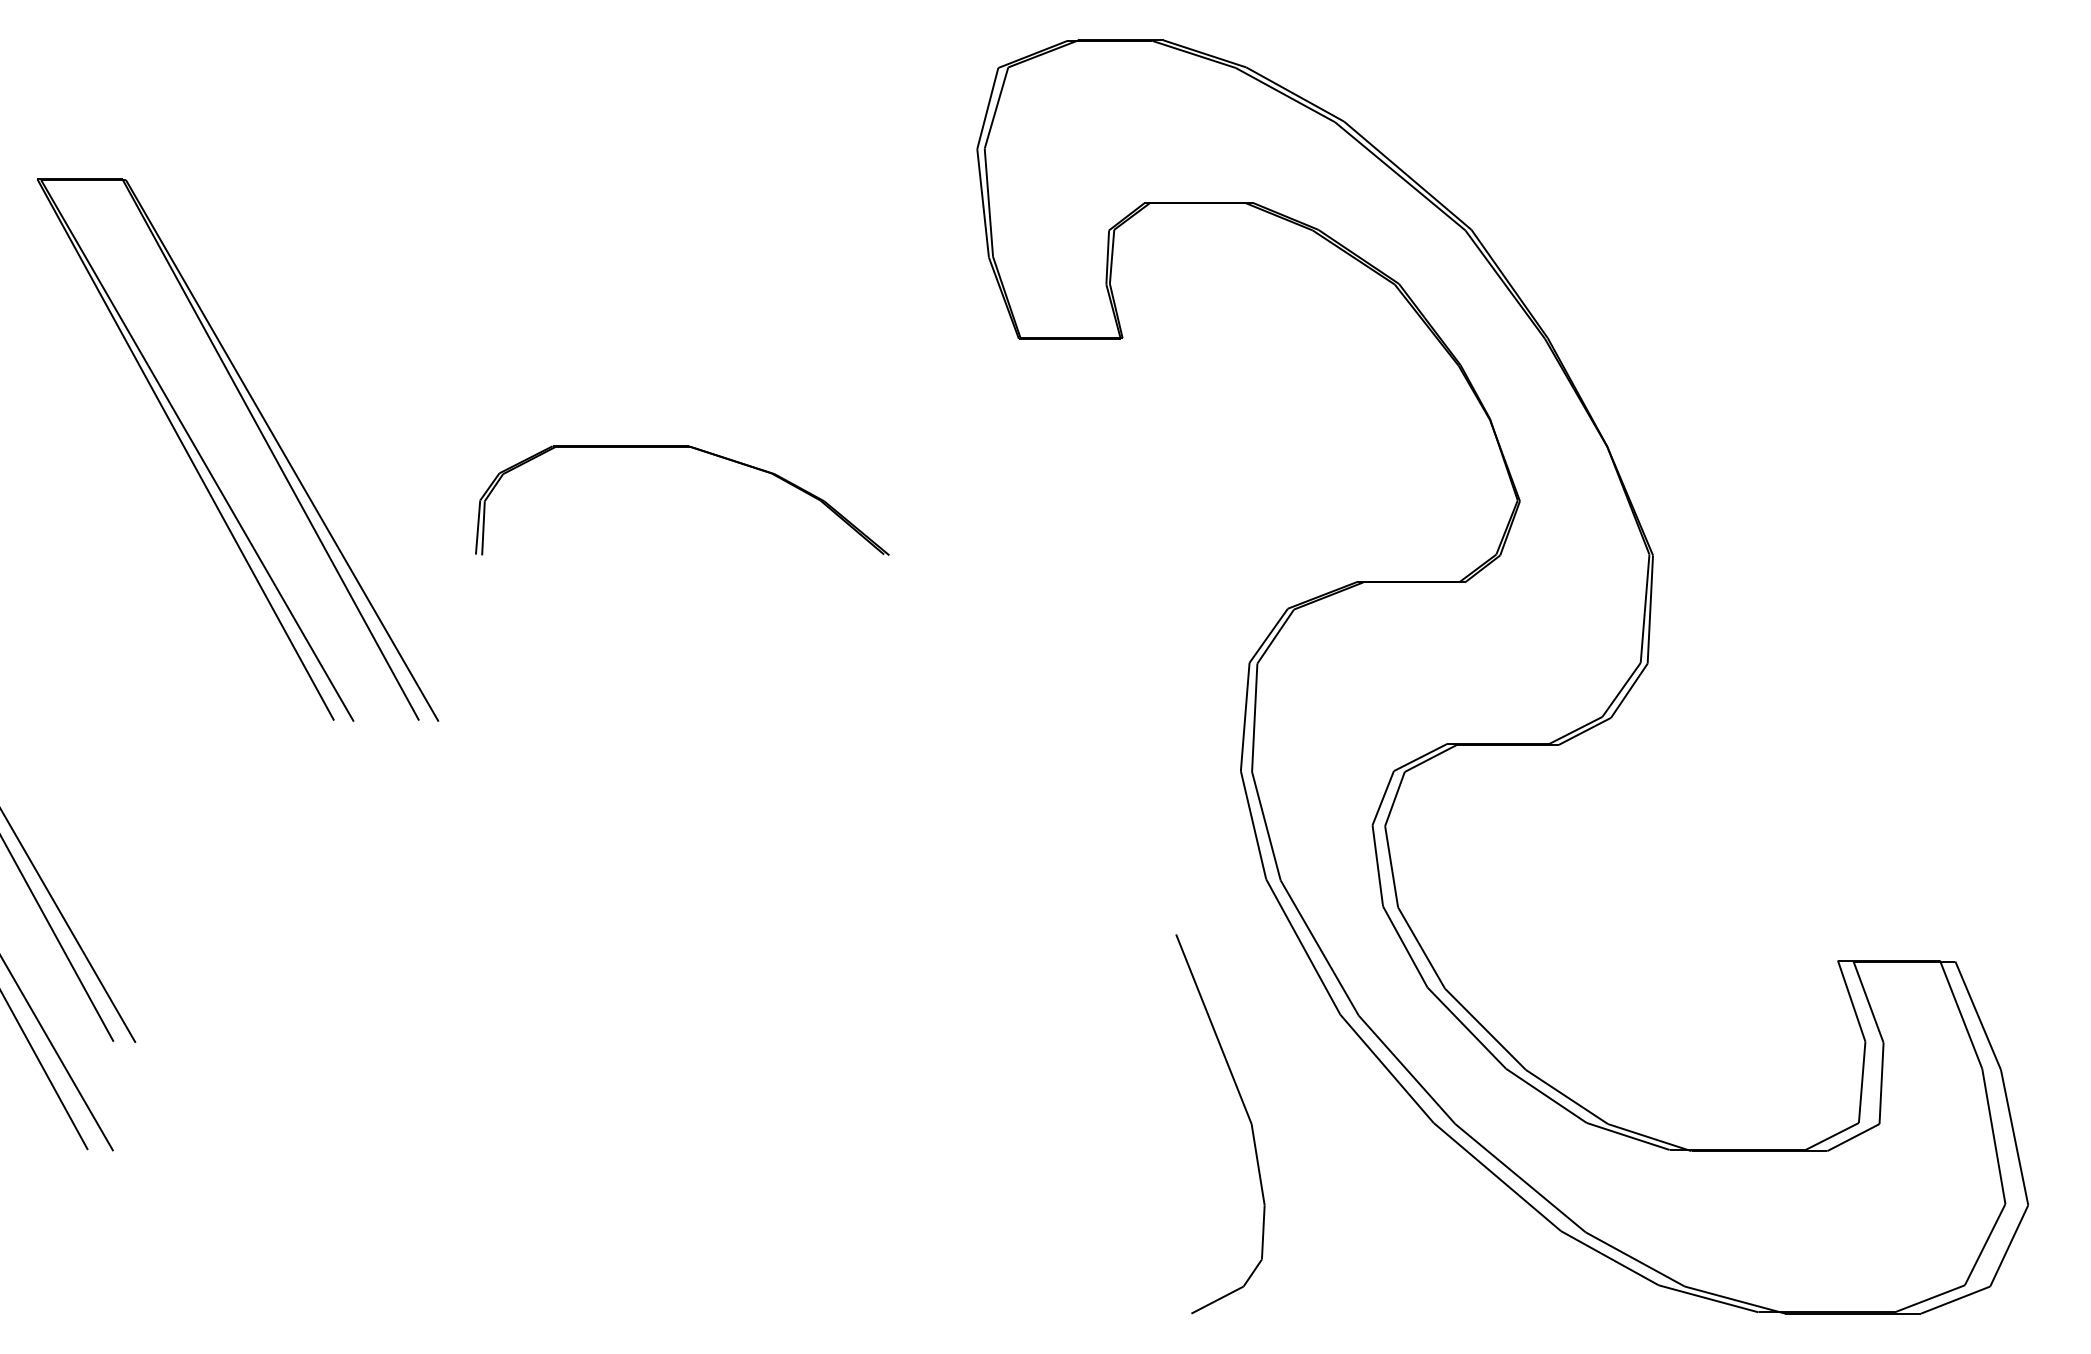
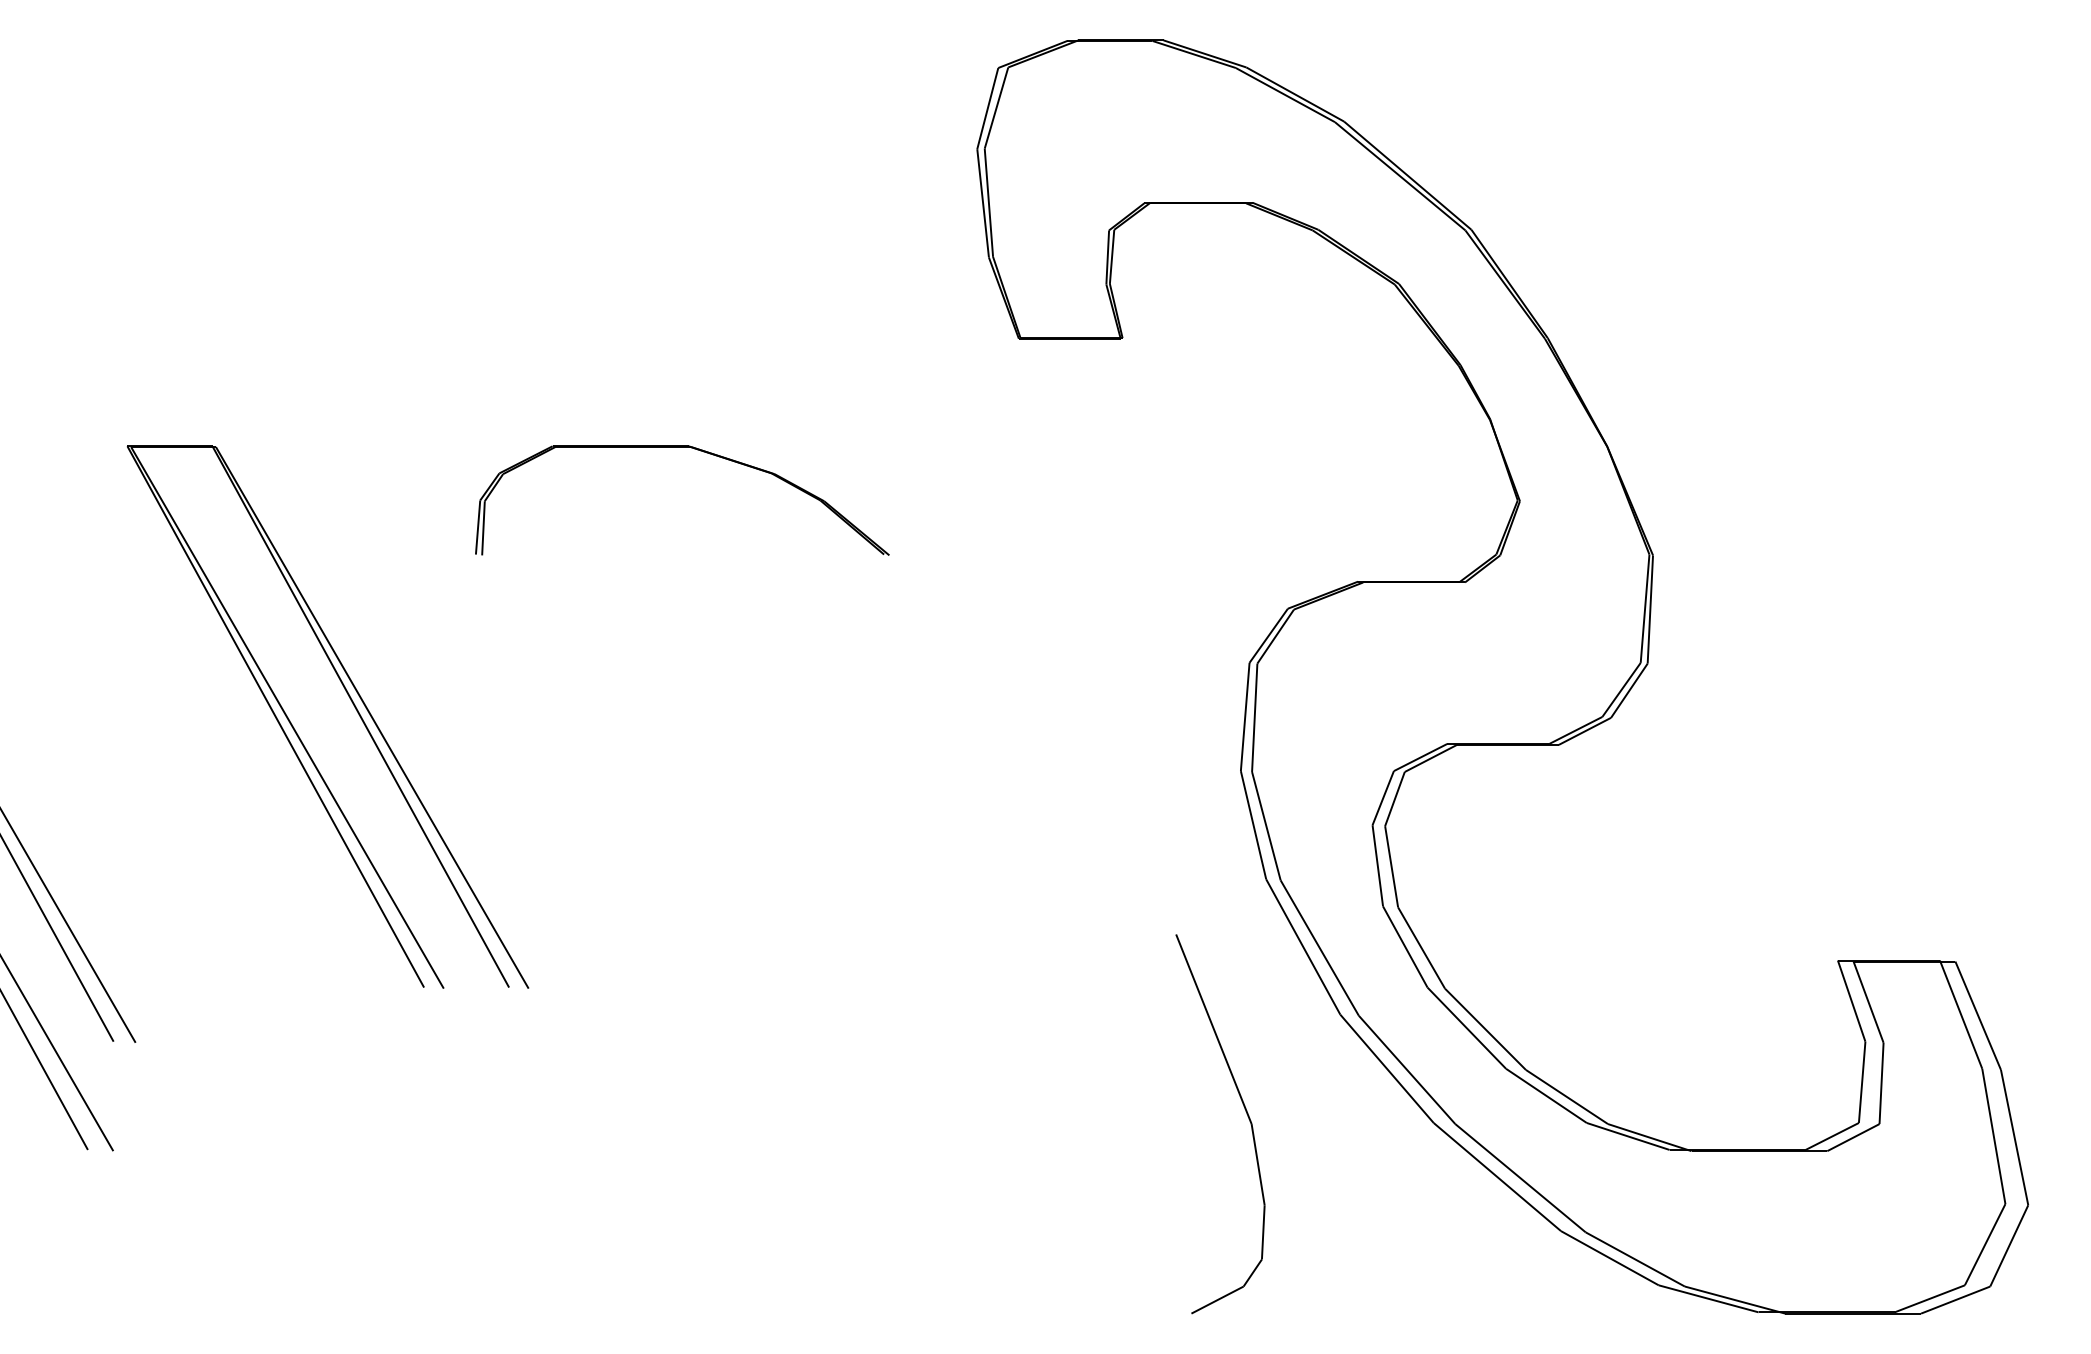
part at (261, 435) position: (261, 435) -> (351, 702)
